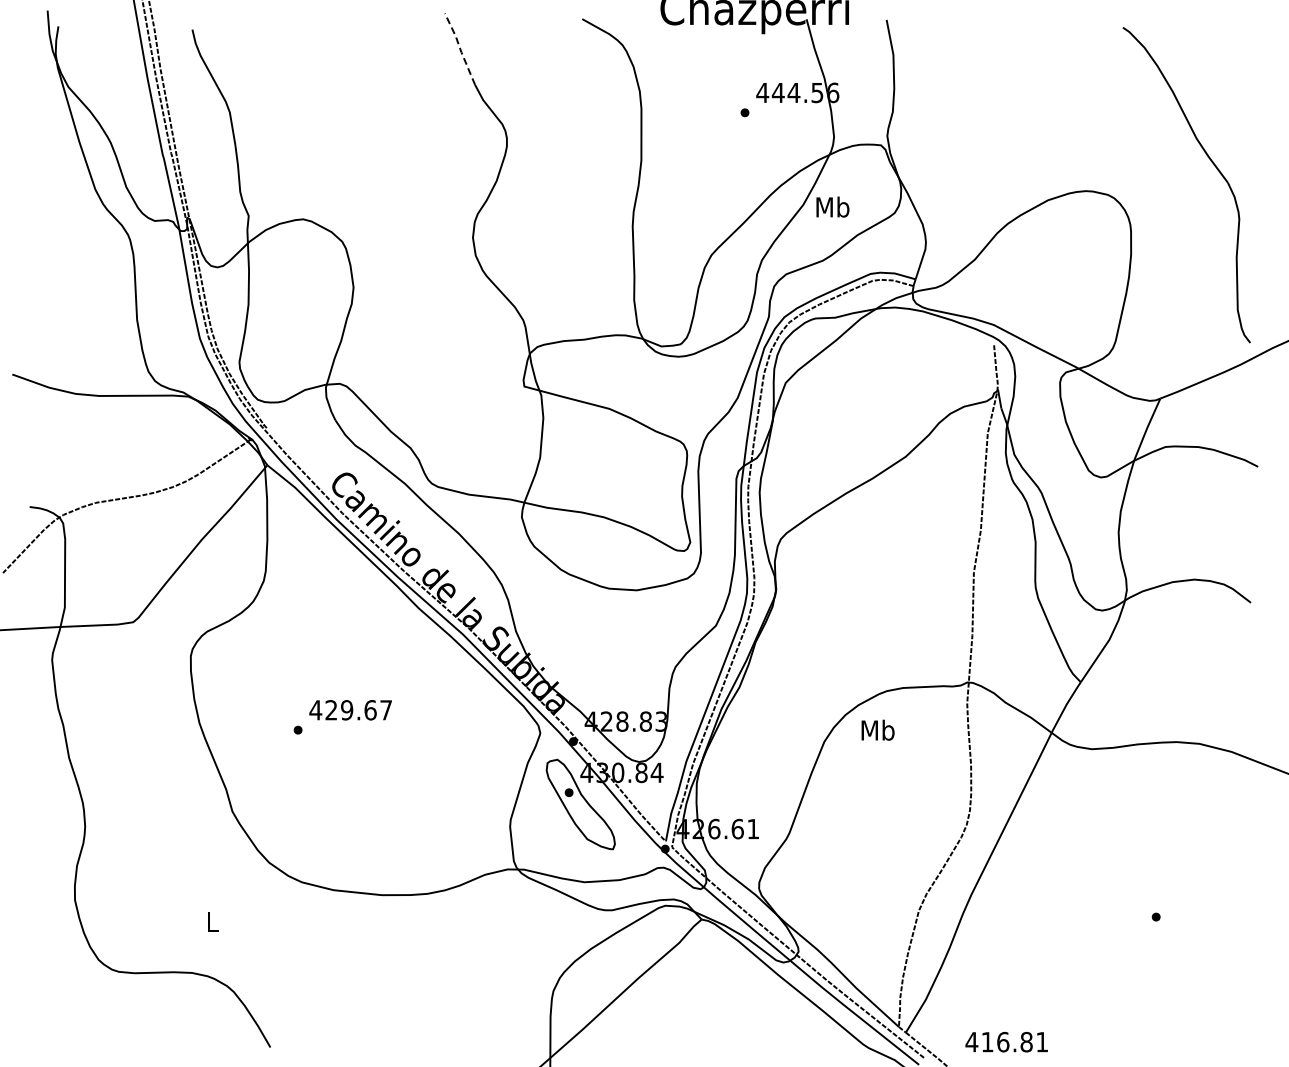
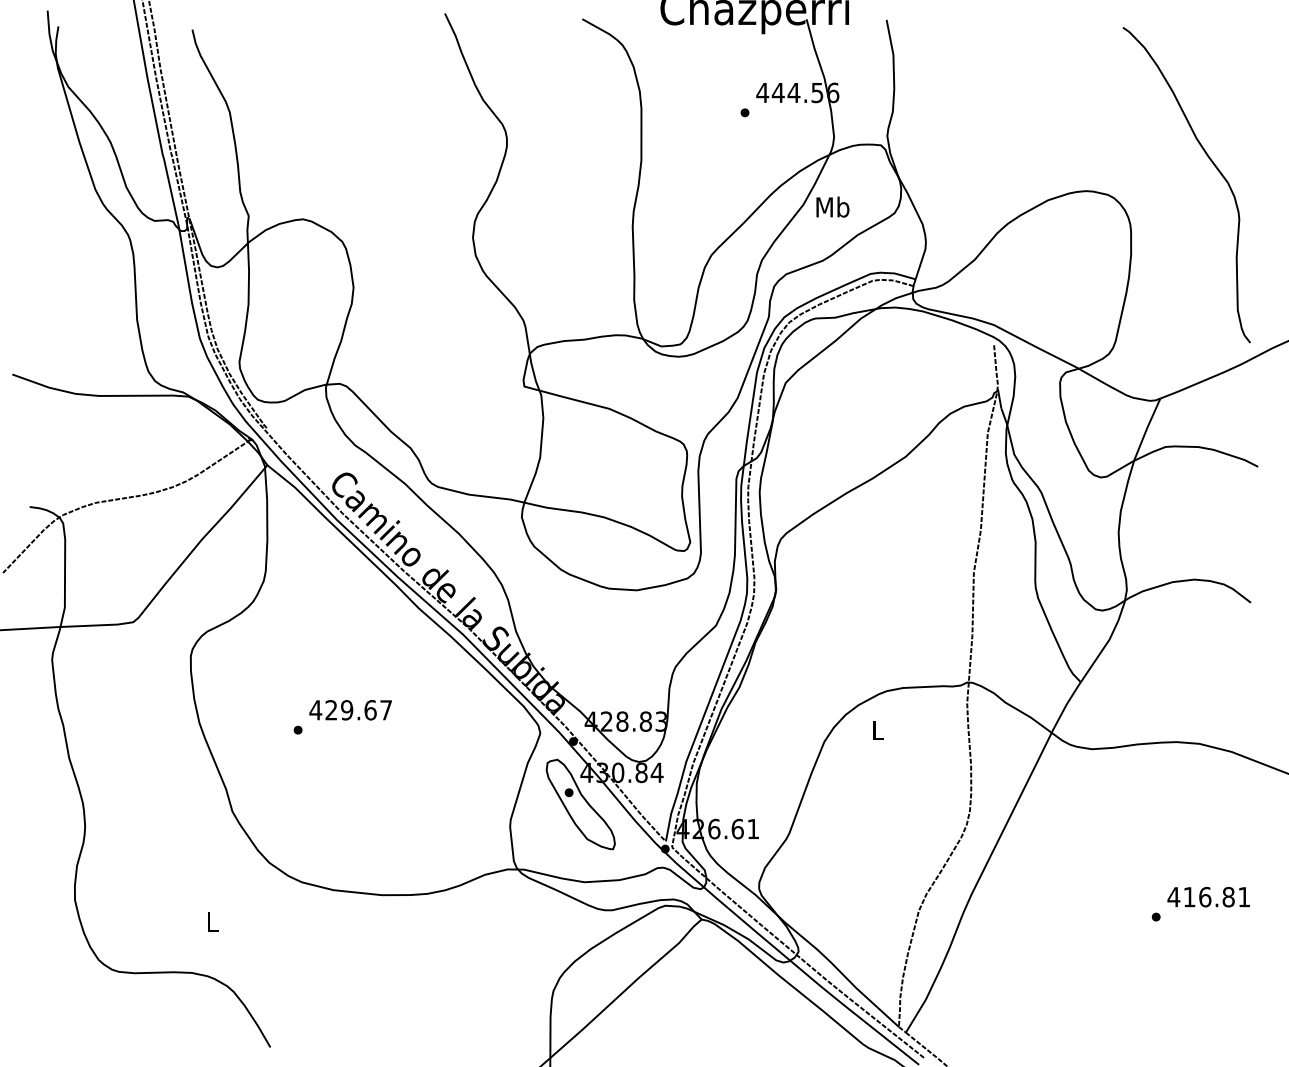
line at (460, 48): dashed -> solid
text at (877, 729): Mb -> L
text at (1006, 1041) position: (1006, 1041) -> (1208, 896)
